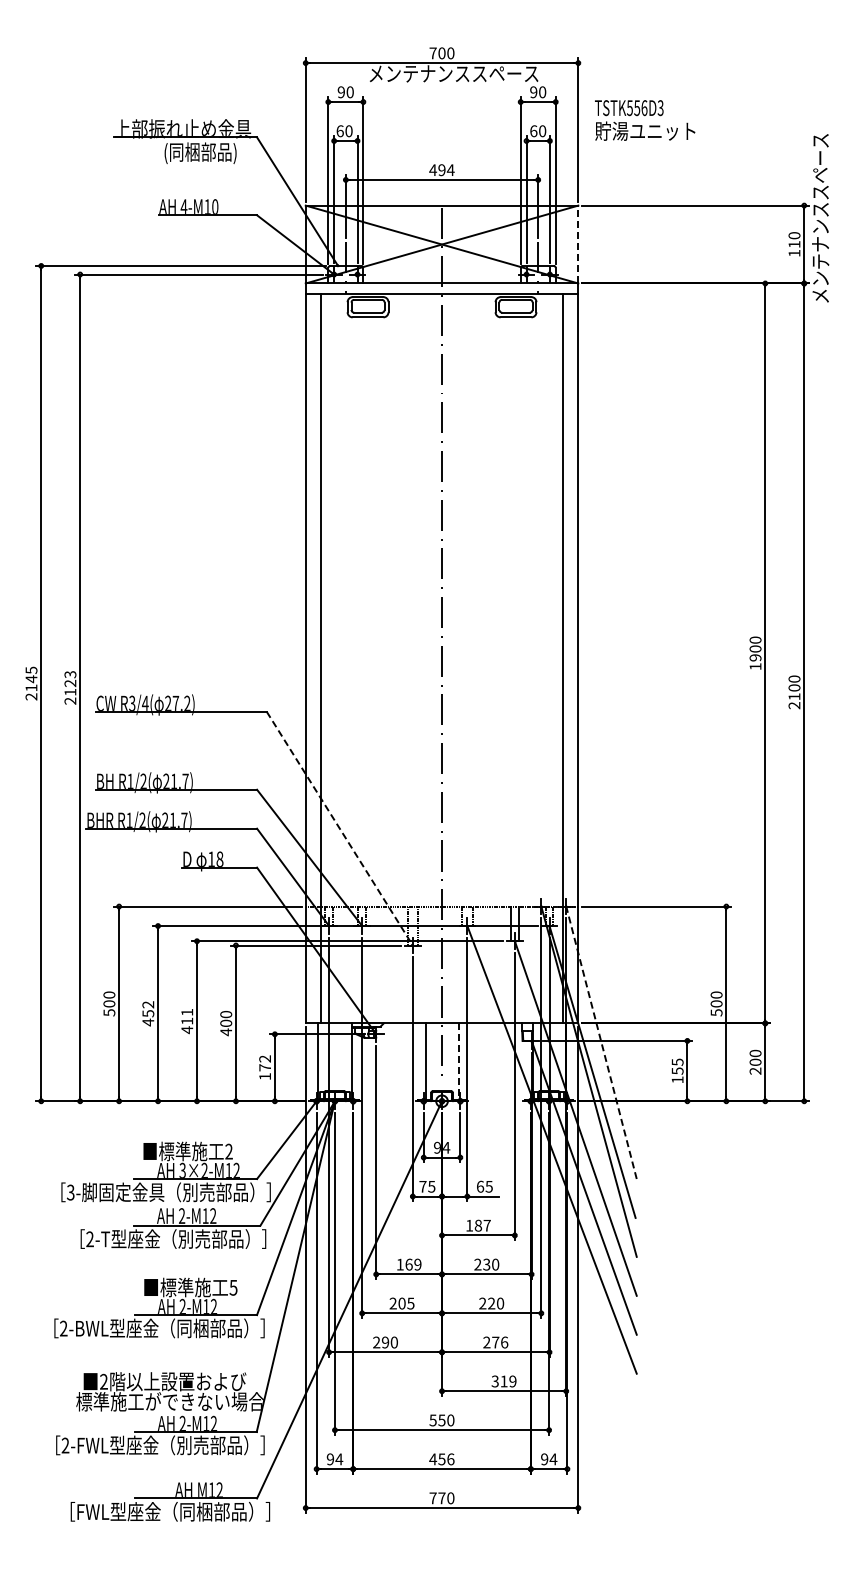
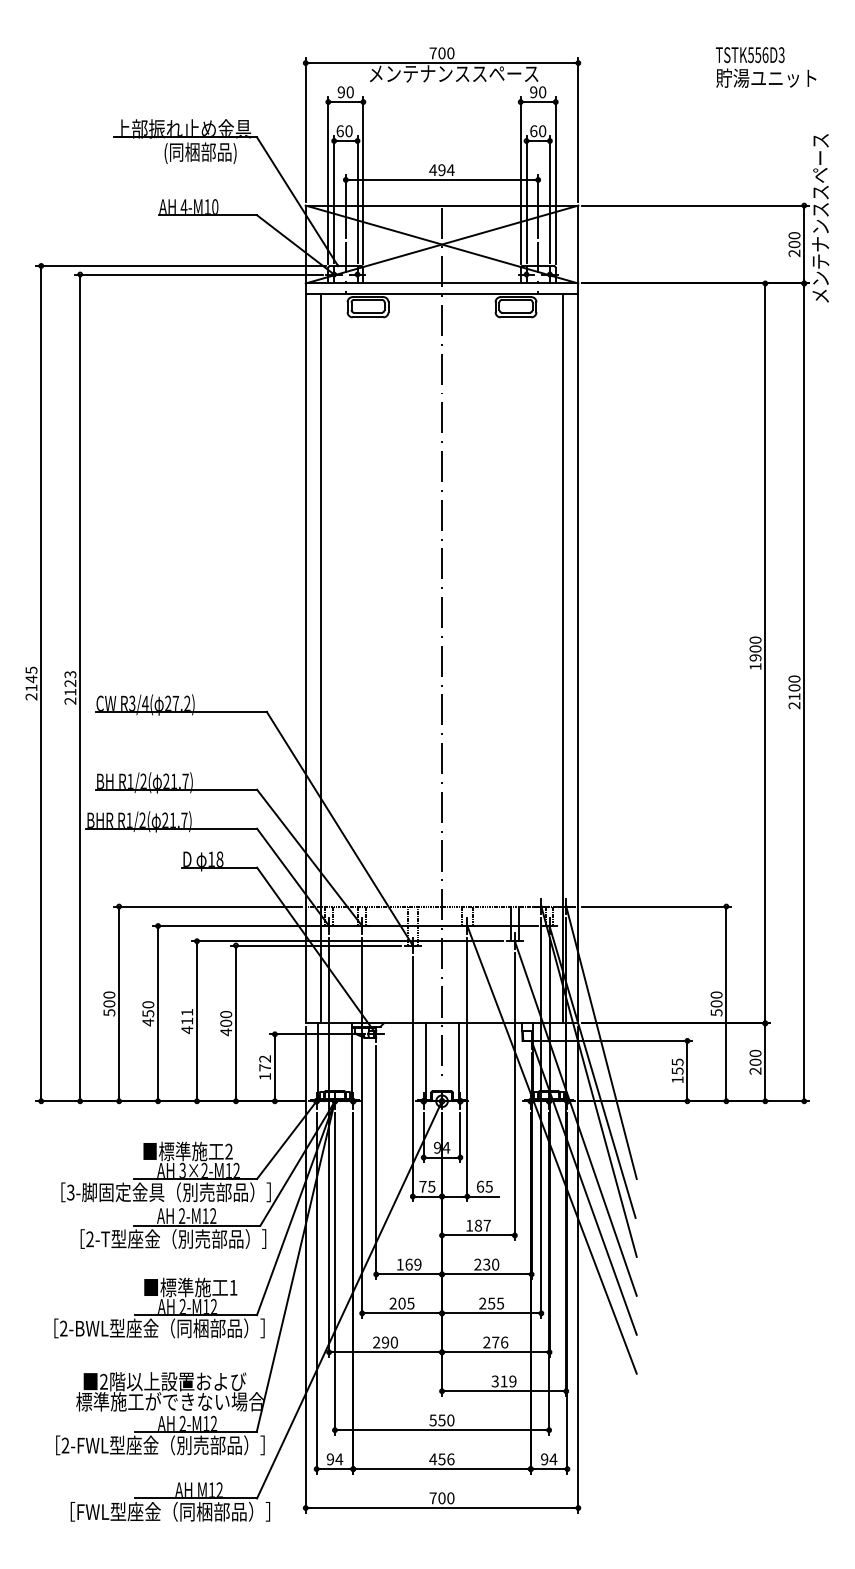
text at (645, 120) position: (645, 120) -> (766, 67)
line at (578, 244): dashed -> solid
text at (794, 248): 110 -> 200
line at (339, 828): dashed -> solid
text at (148, 1004): 452 -> 450
line at (601, 1042): dashed -> solid
line at (458, 1062): dashed -> solid
text at (233, 1287): 5 -> 1
text at (496, 1303): 220 -> 255
text at (441, 1498): 770 -> 700
